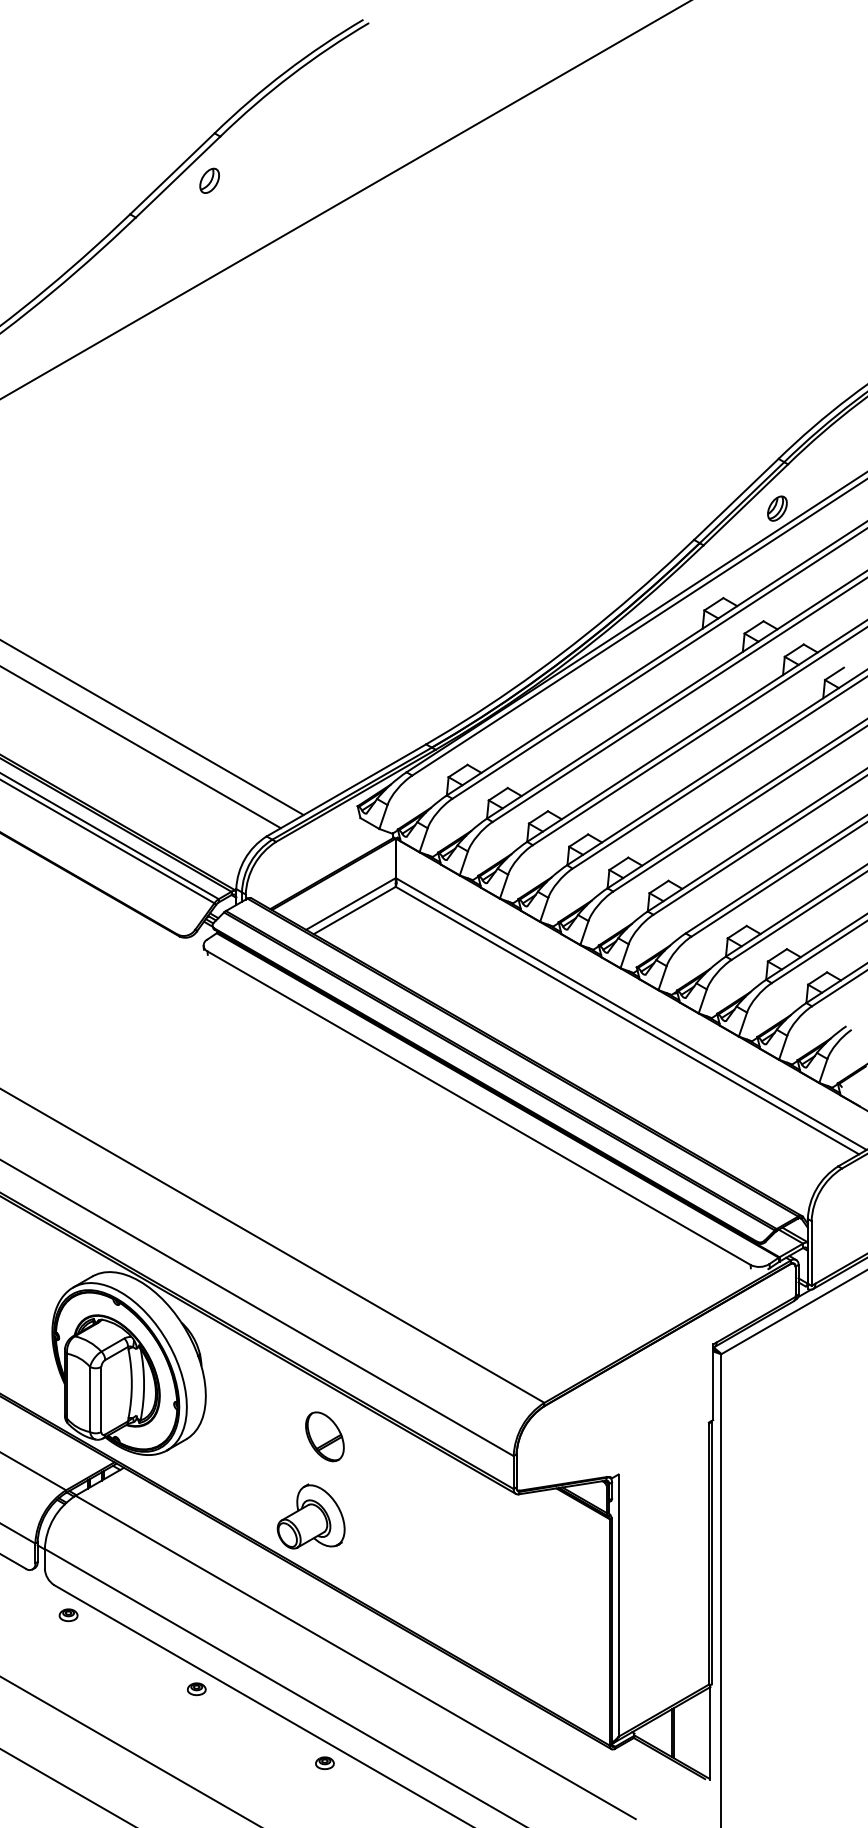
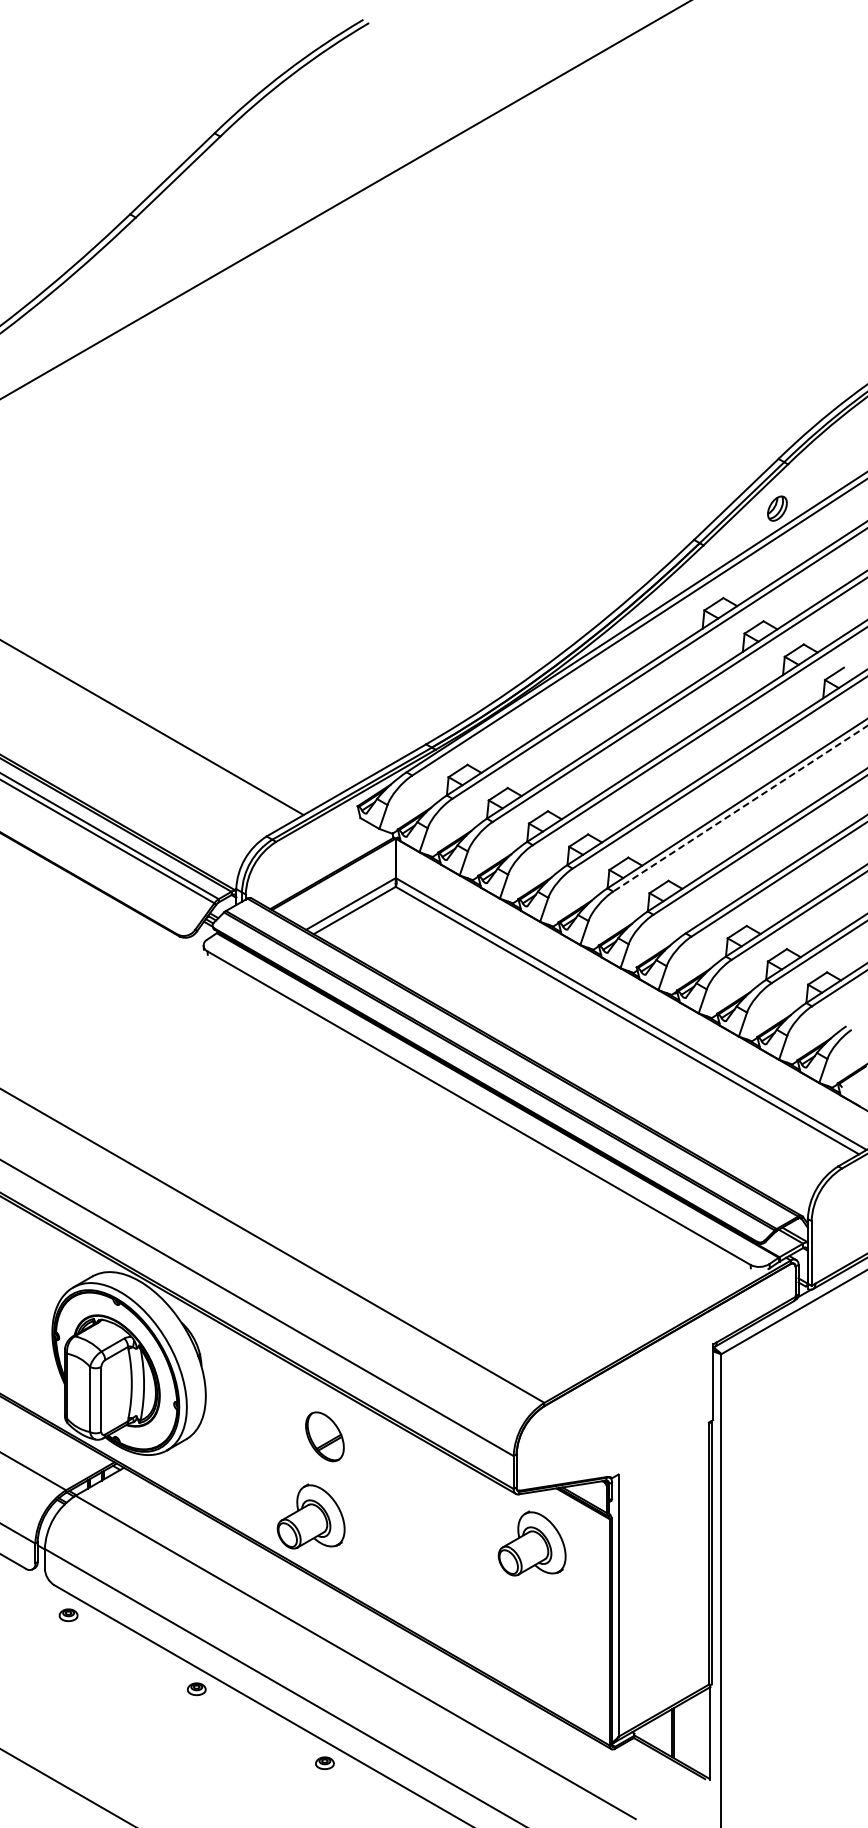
part at (209, 180): present -> none
line at (141, 747): present -> none
line at (740, 808): solid -> dashed
part at (531, 1543): none -> present
line at (129, 1750): present -> none
